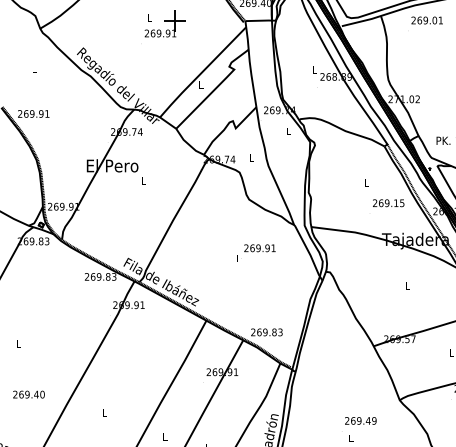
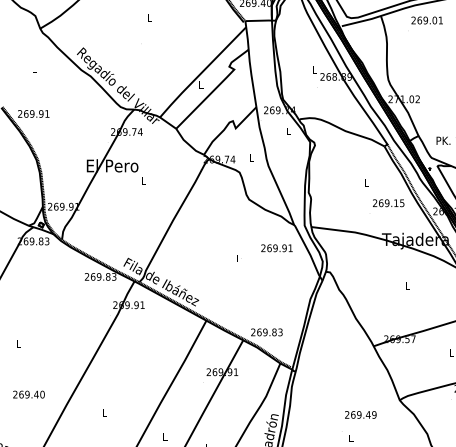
part at (164, 23): present -> none
text at (259, 248) position: (259, 248) -> (276, 248)
text at (360, 420) position: (360, 420) -> (360, 414)
